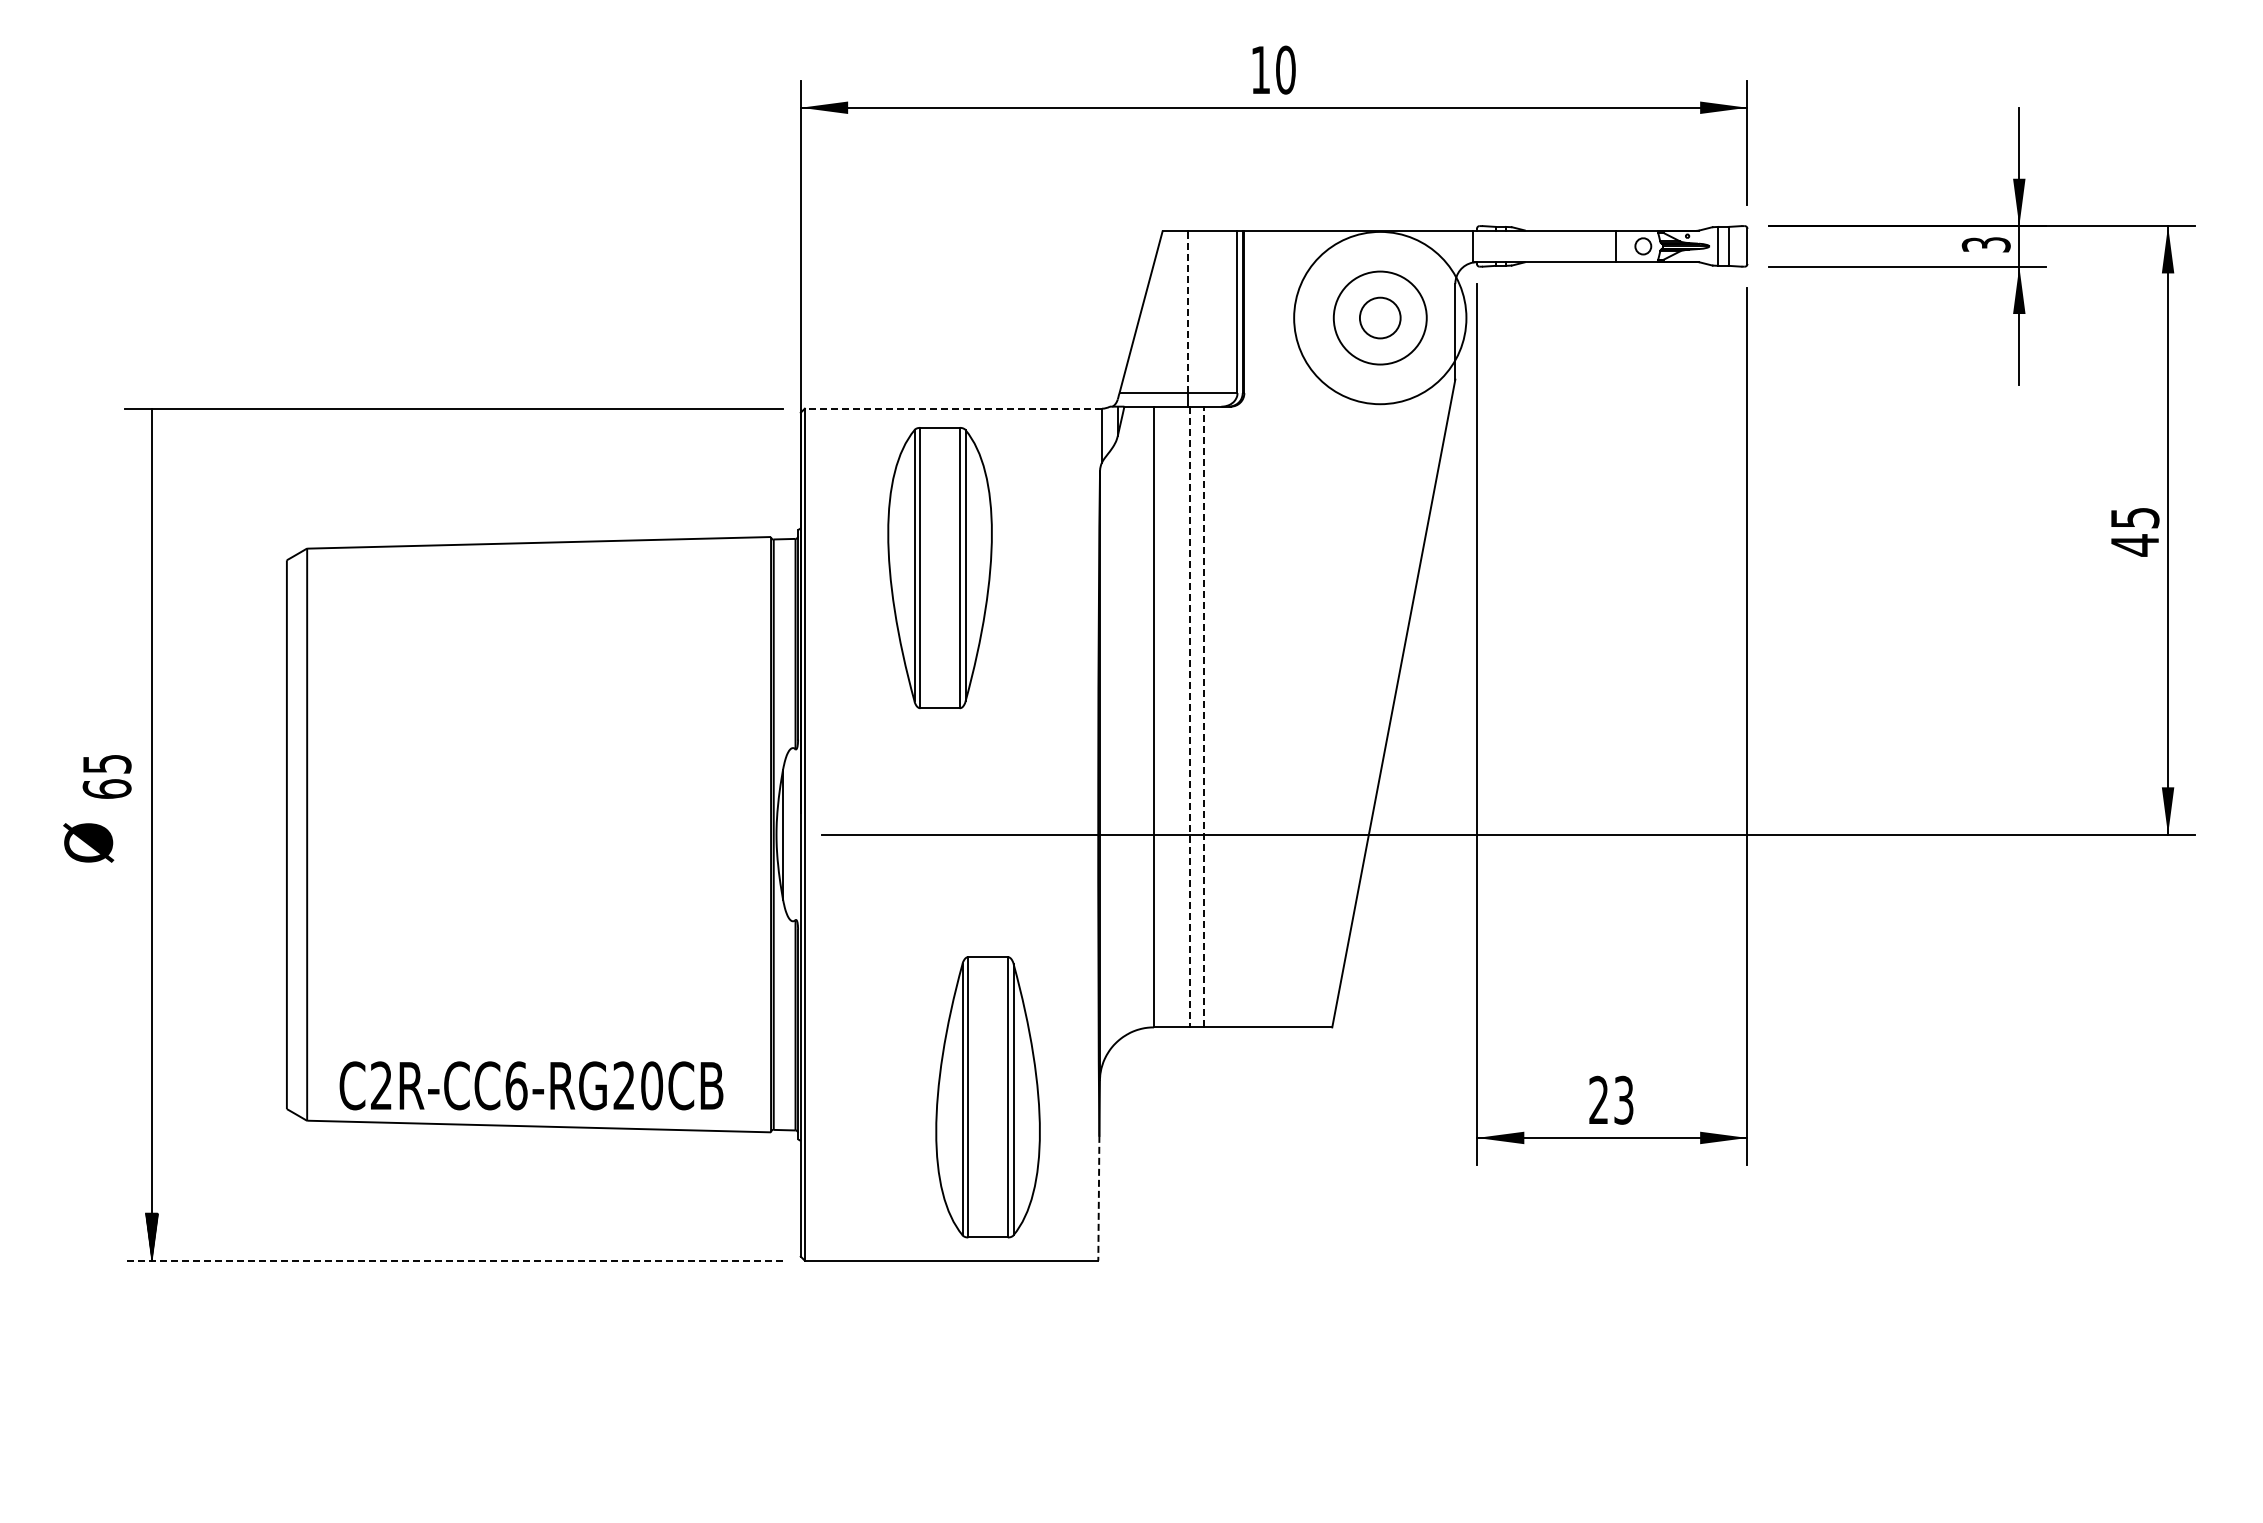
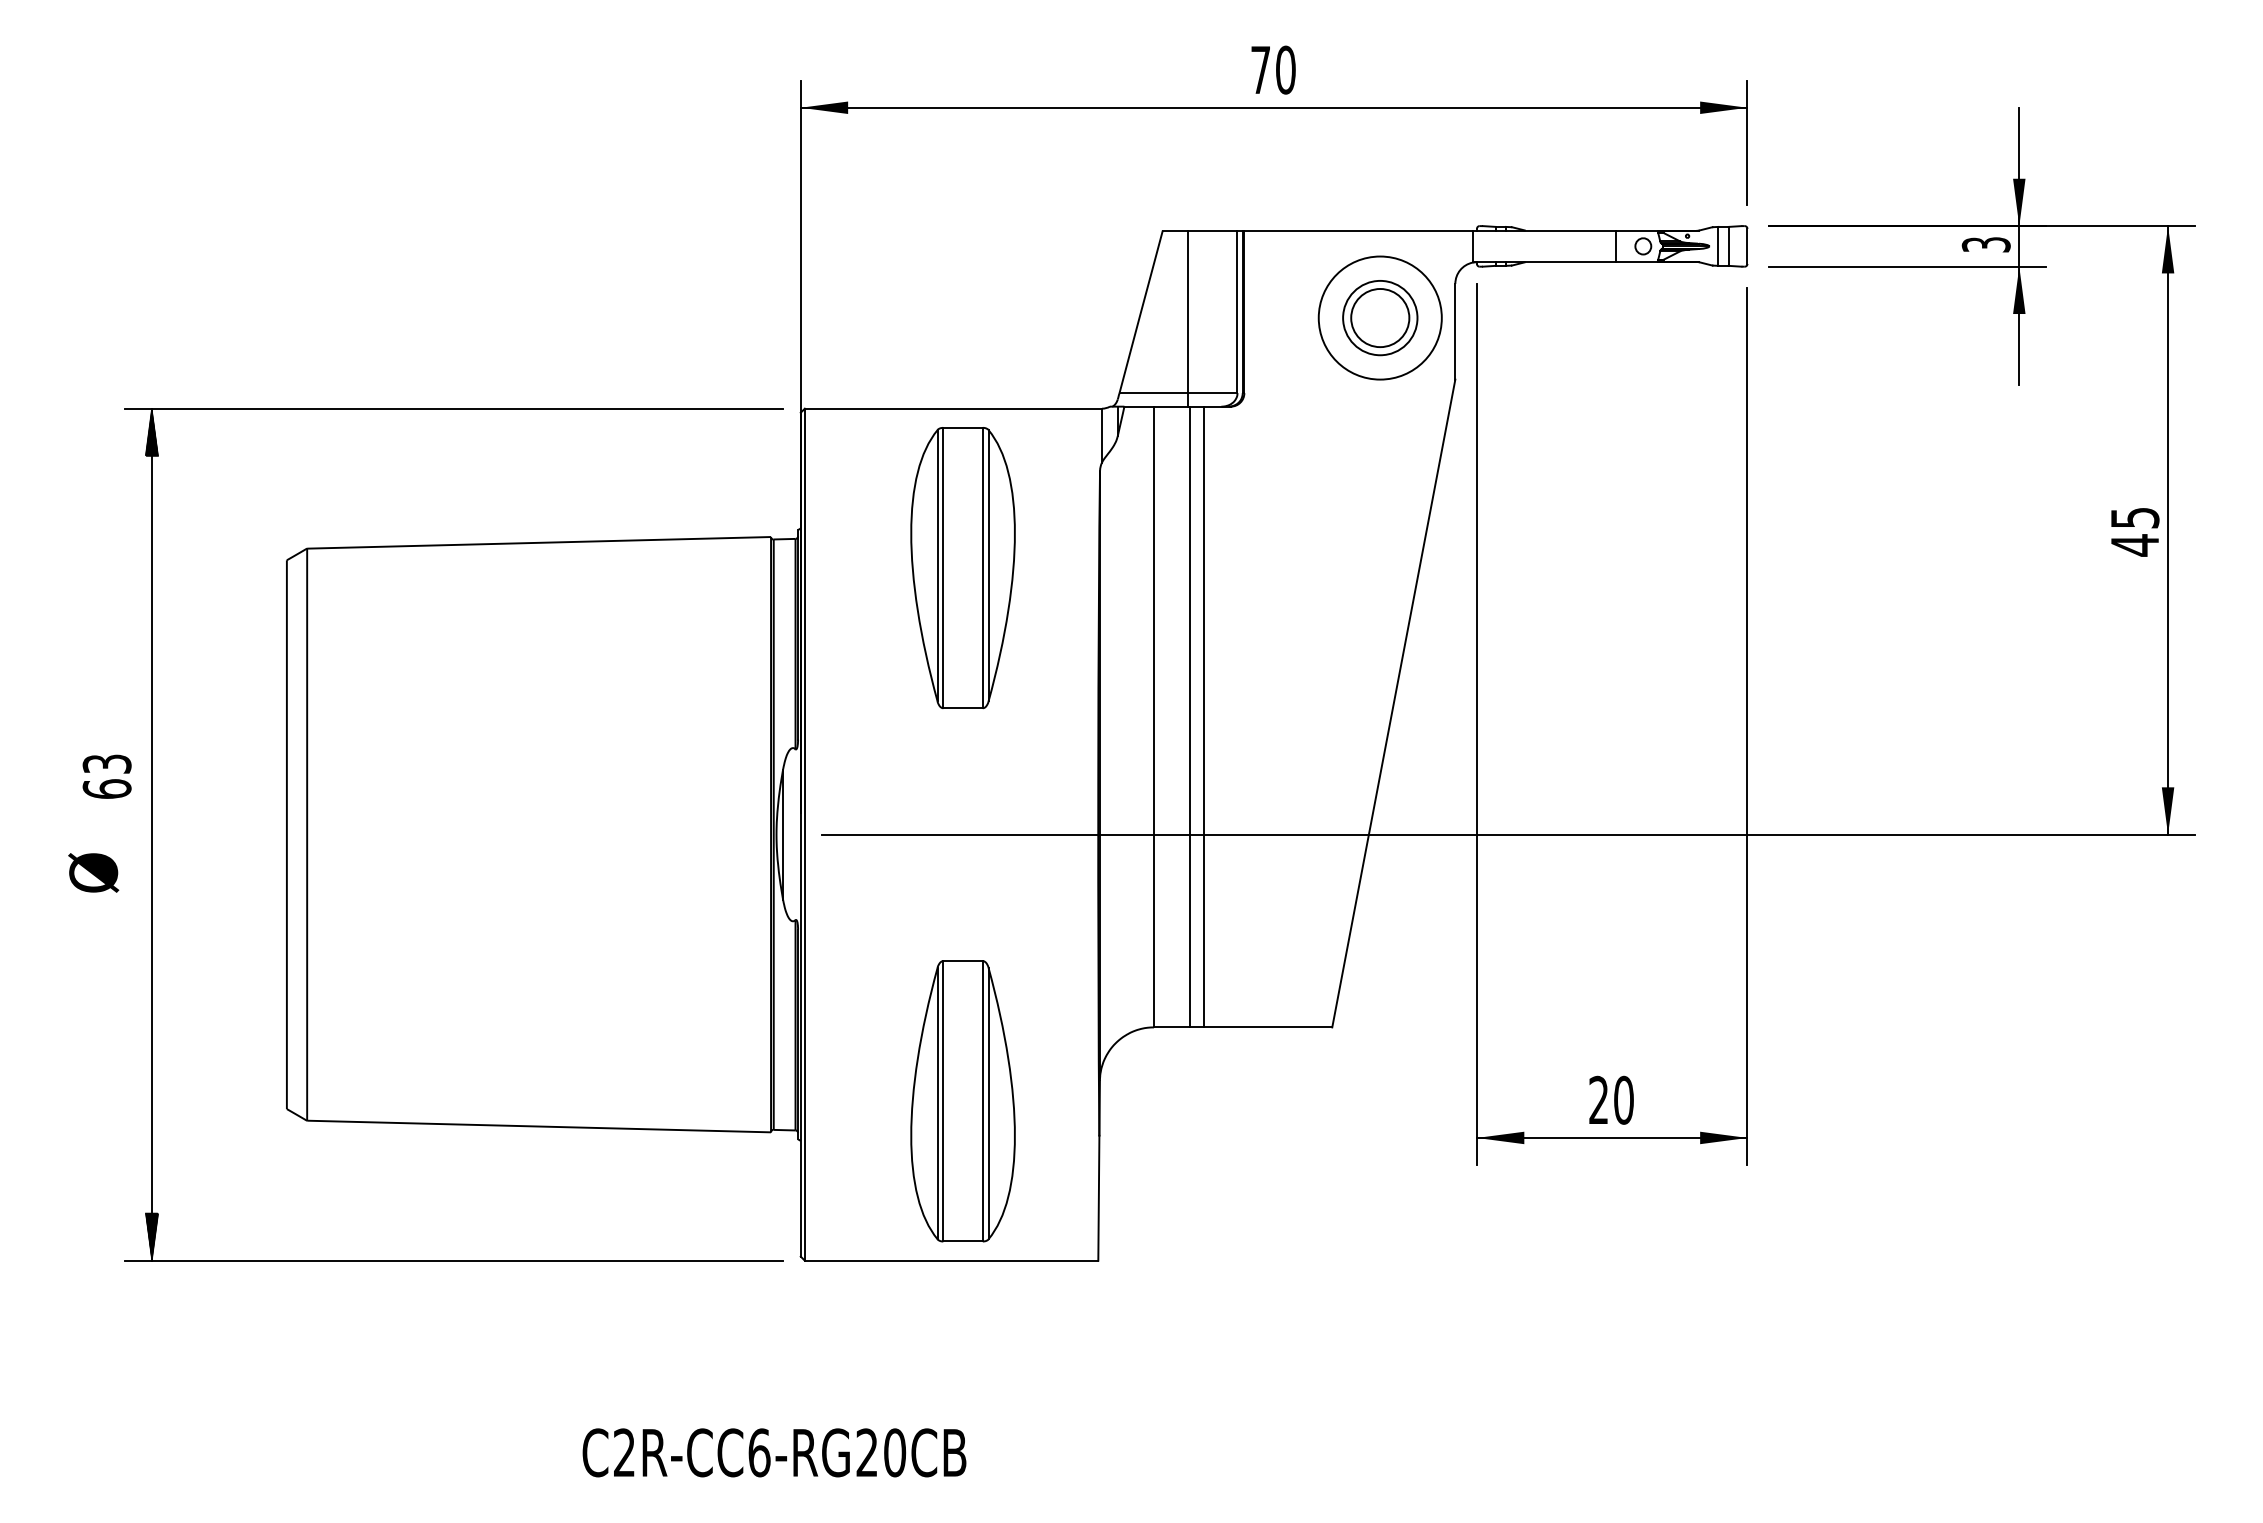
text at (1260, 69): 10 -> 70
line at (1187, 311): dashed -> solid
circle at (1379, 317) diameter: 41 px -> 58 px
circle at (1379, 317) diameter: 93 px -> 74 px
circle at (1380, 317) diameter: 172 px -> 123 px
line at (953, 408): dashed -> solid
hatch at (151, 432): none -> present
part at (939, 568) position: (939, 568) -> (962, 568)
line at (1203, 716): dashed -> solid
line at (1190, 717): dashed -> solid
text at (106, 763): 65 -> 63
text at (88, 842) position: (88, 842) -> (93, 872)
text at (531, 1085) position: (531, 1085) -> (774, 1452)
part at (987, 1097) position: (987, 1097) -> (962, 1101)
text at (1623, 1099): 23 -> 20
line at (1098, 1198): dashed -> solid
line at (453, 1260): dashed -> solid
